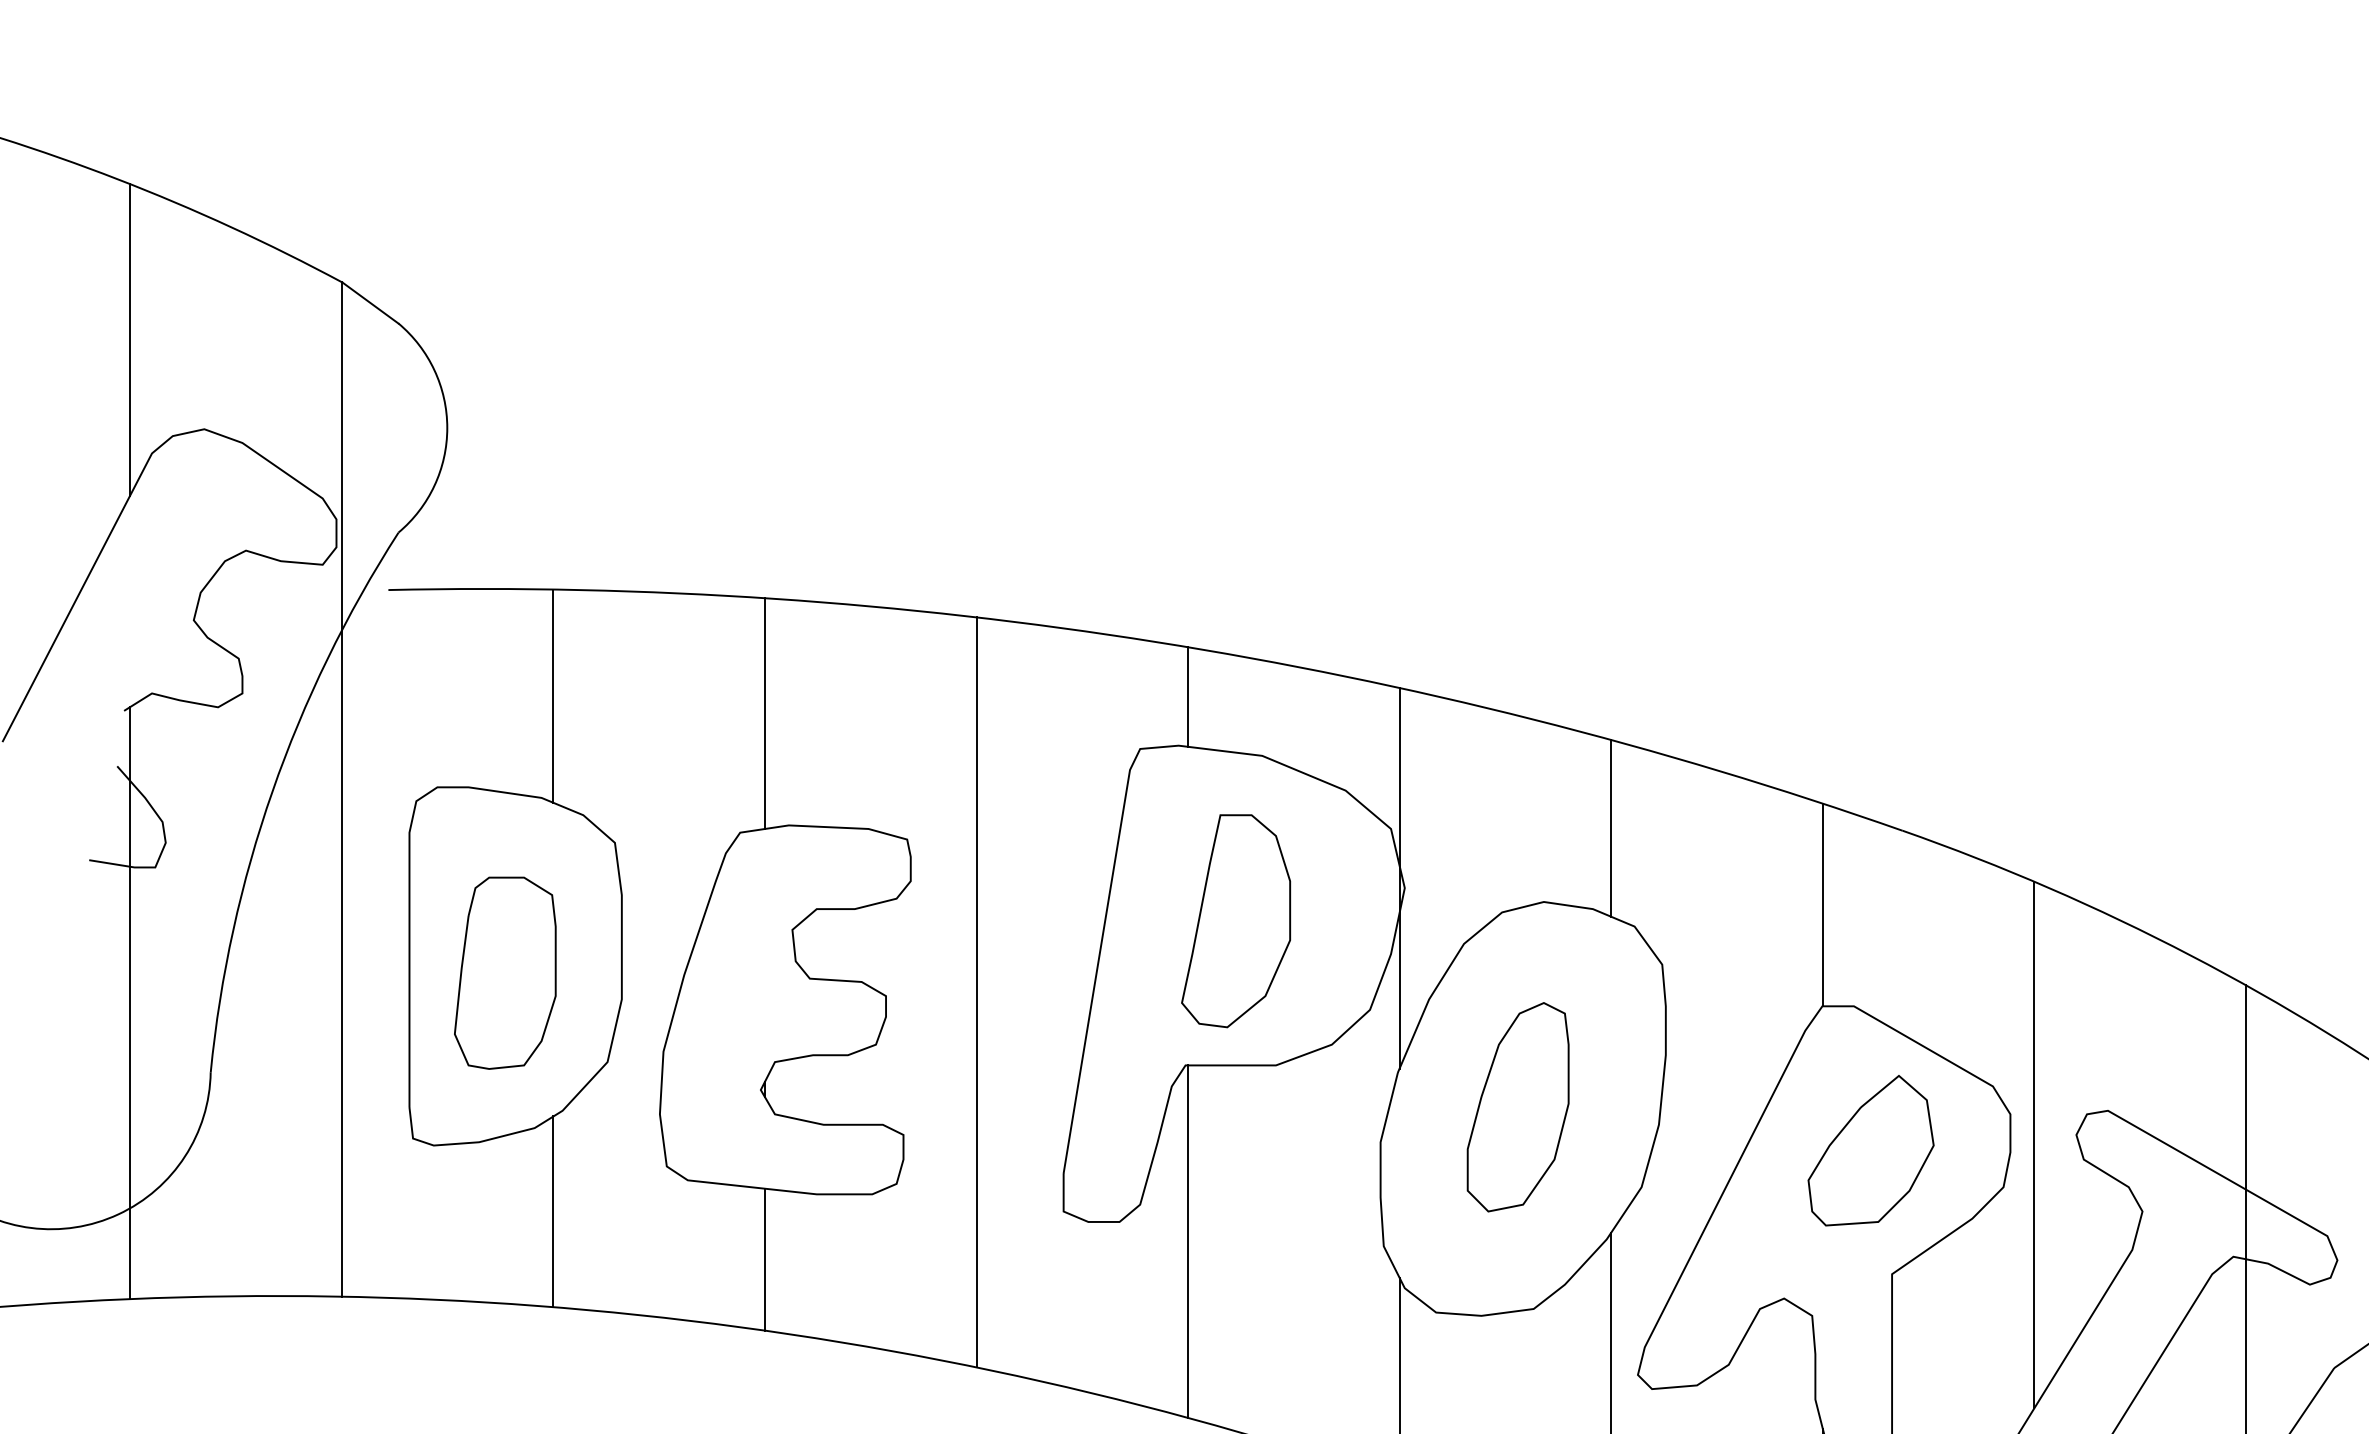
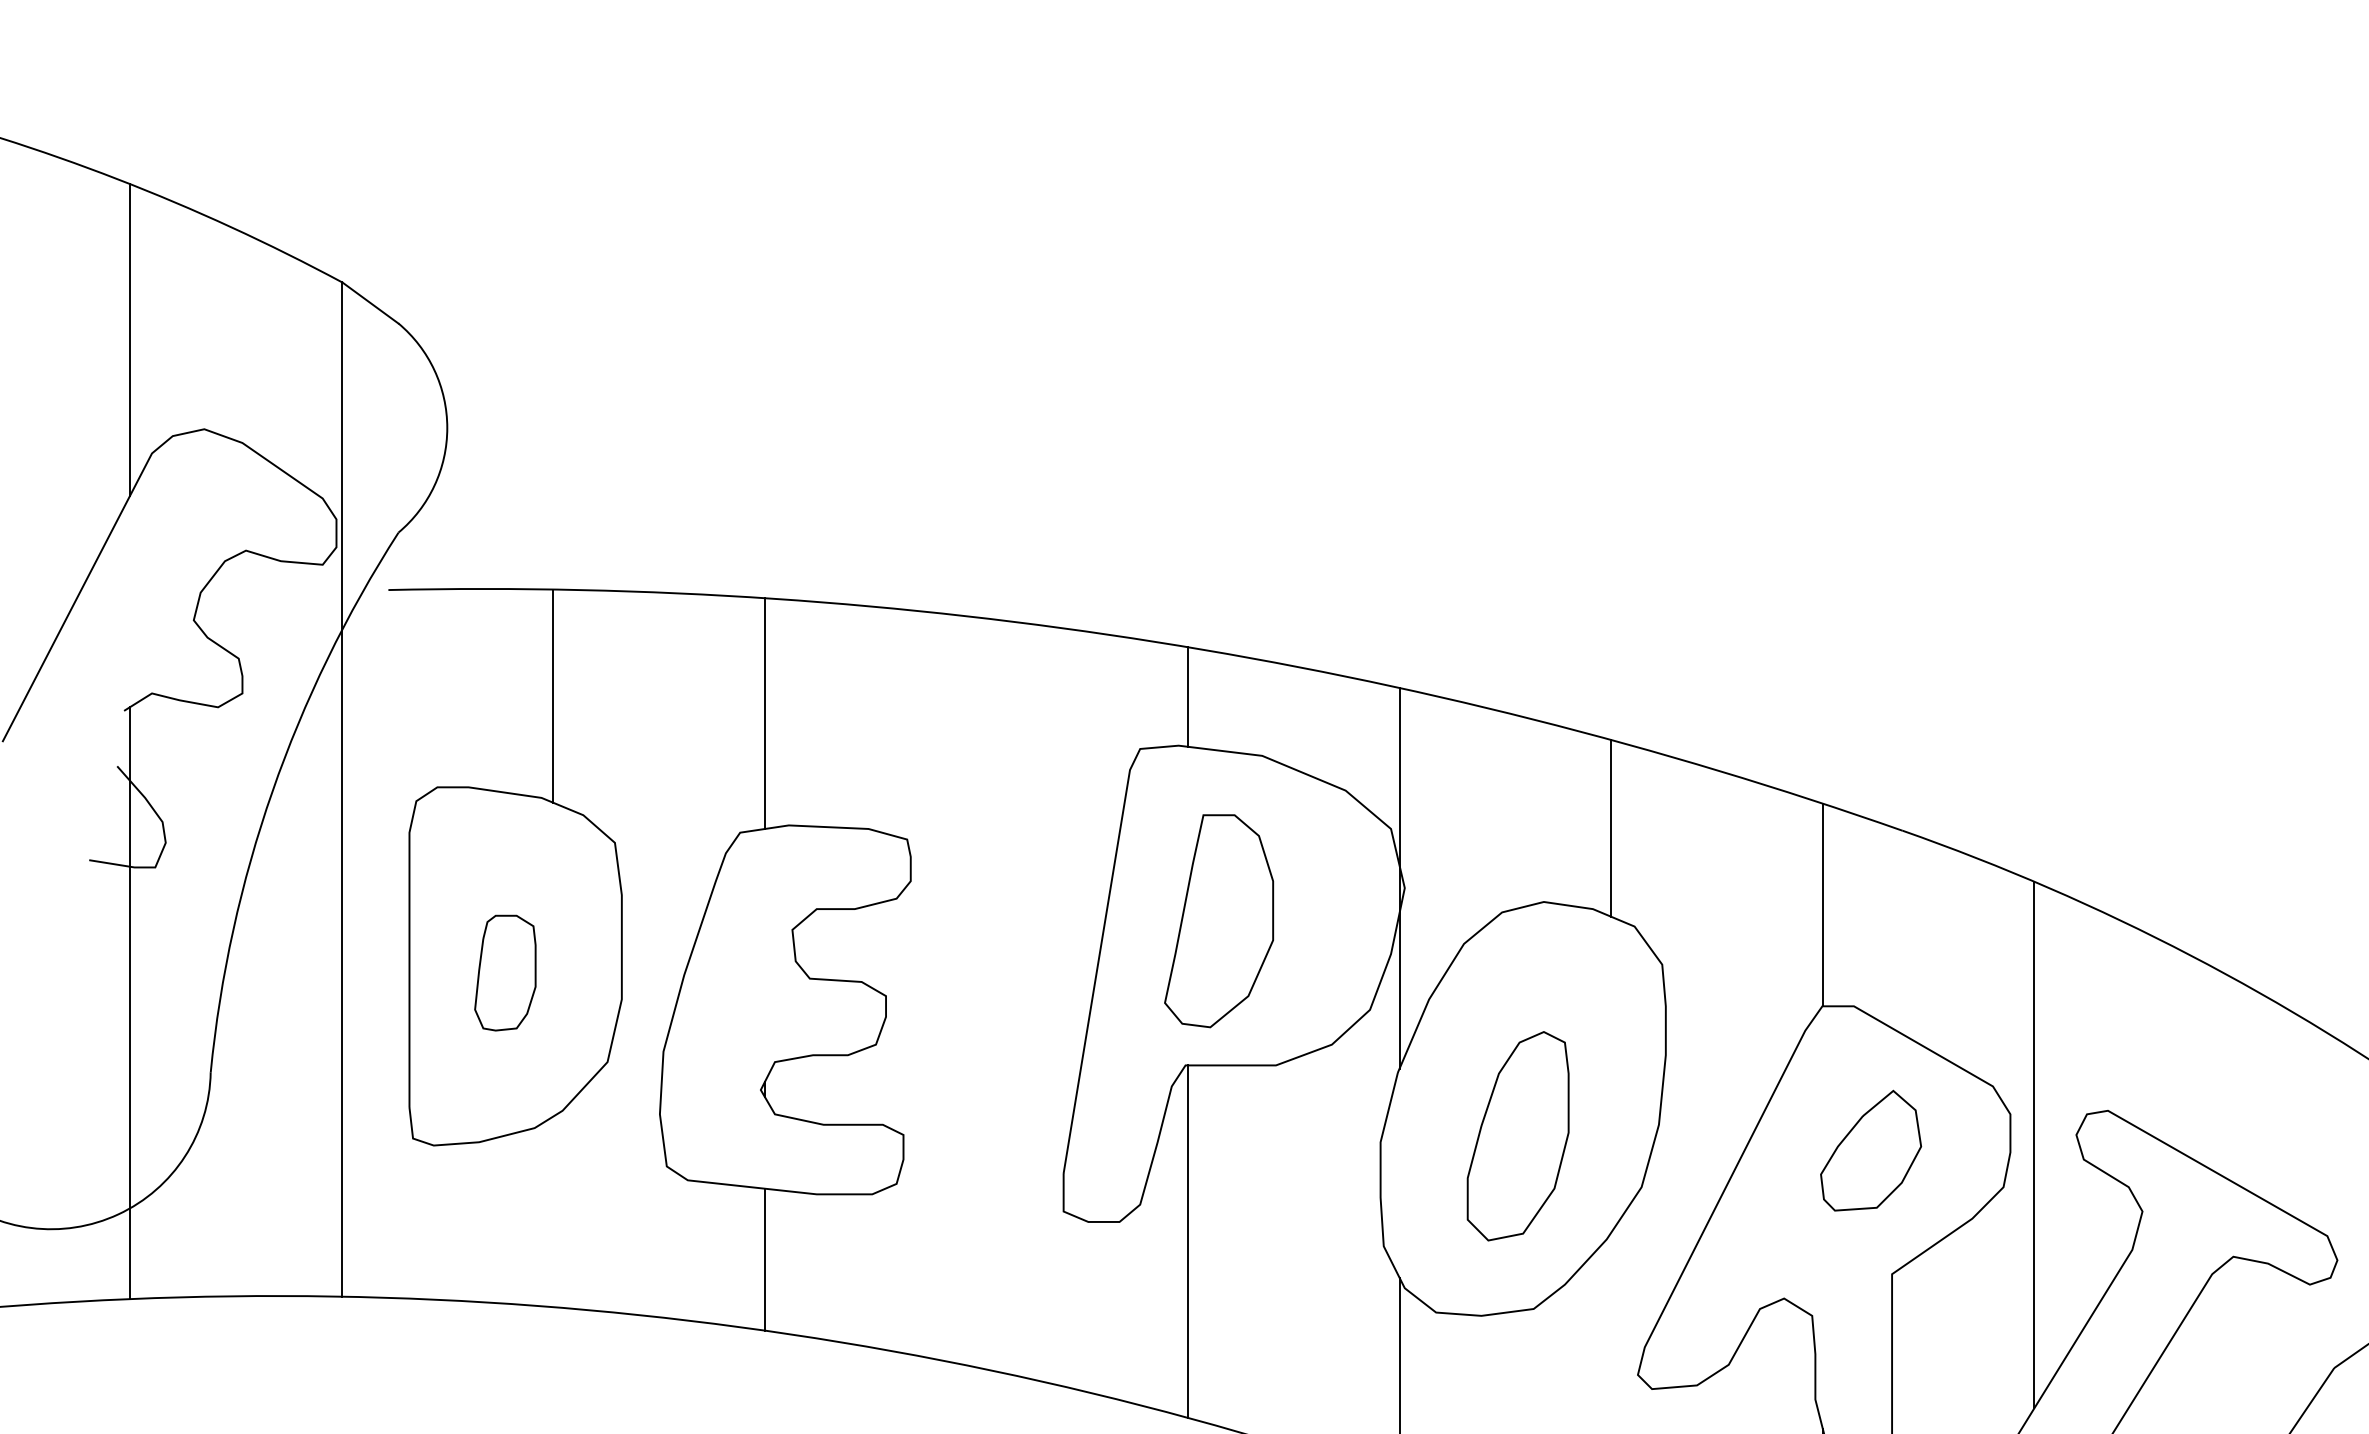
part at (1236, 921) position: (1236, 921) -> (1219, 921)
part at (505, 972) size: 103x194 px -> 63x118 px
line at (976, 992): present -> none
part at (1517, 1107) position: (1517, 1107) -> (1517, 1136)
part at (1870, 1150) size: 128x152 px -> 103x123 px
line at (2245, 1207): present -> none
line at (553, 1211): present -> none
line at (1611, 1331): present -> none
